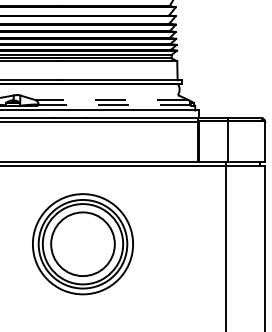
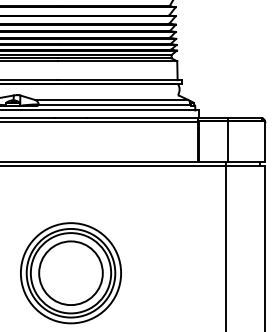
line at (111, 99): dashed -> solid
line at (114, 105): dashed -> solid
part at (82, 244) position: (82, 244) -> (70, 273)
